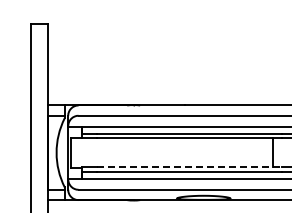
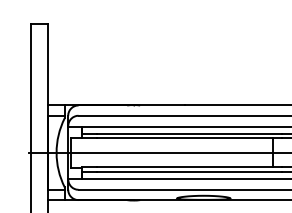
line at (158, 152): none -> present
line at (189, 167): dashed -> solid
